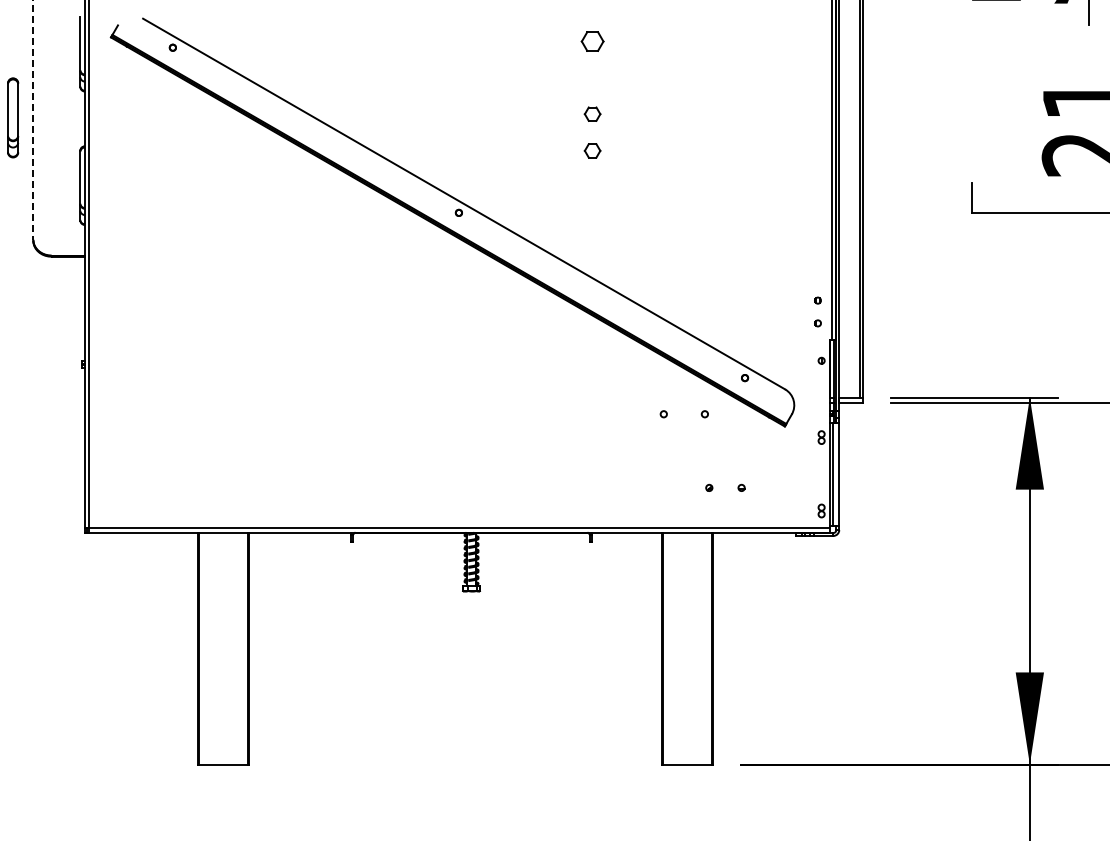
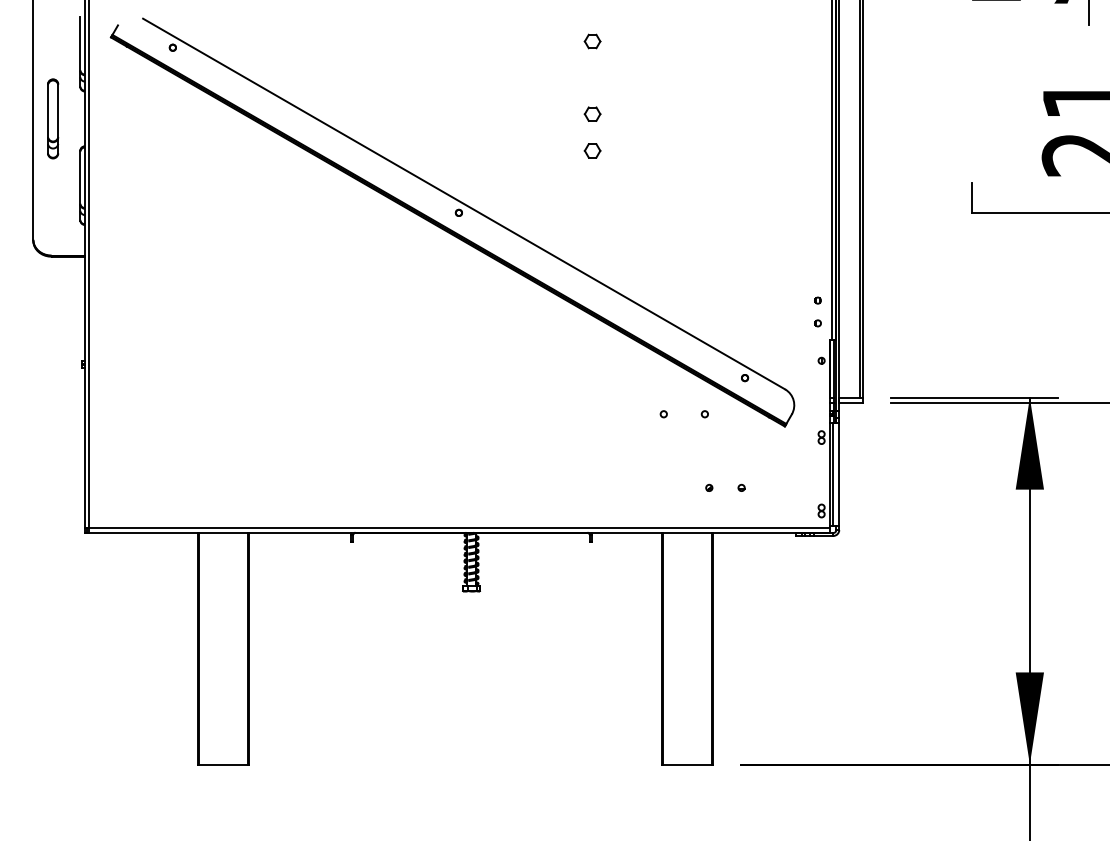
part at (592, 41) size: 25x21 px -> 19x17 px
part at (13, 117) position: (13, 117) -> (53, 118)
line at (33, 119): dashed -> solid
